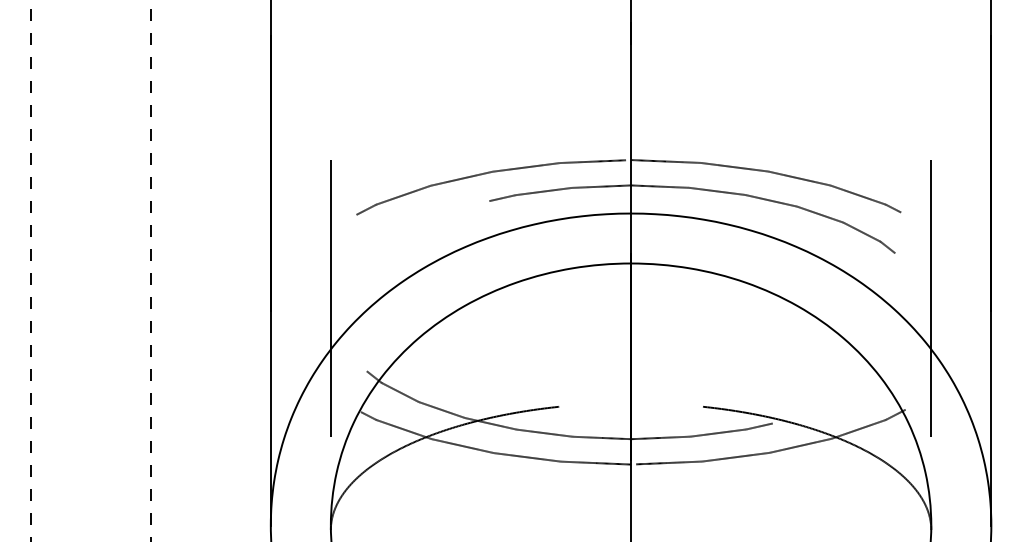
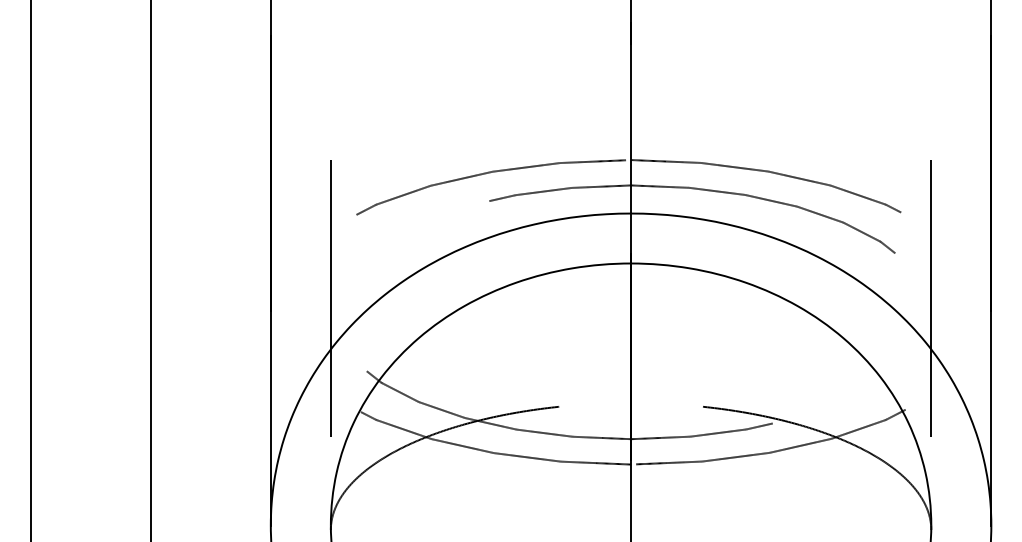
line at (30, 271): dashed -> solid
line at (150, 271): dashed -> solid
